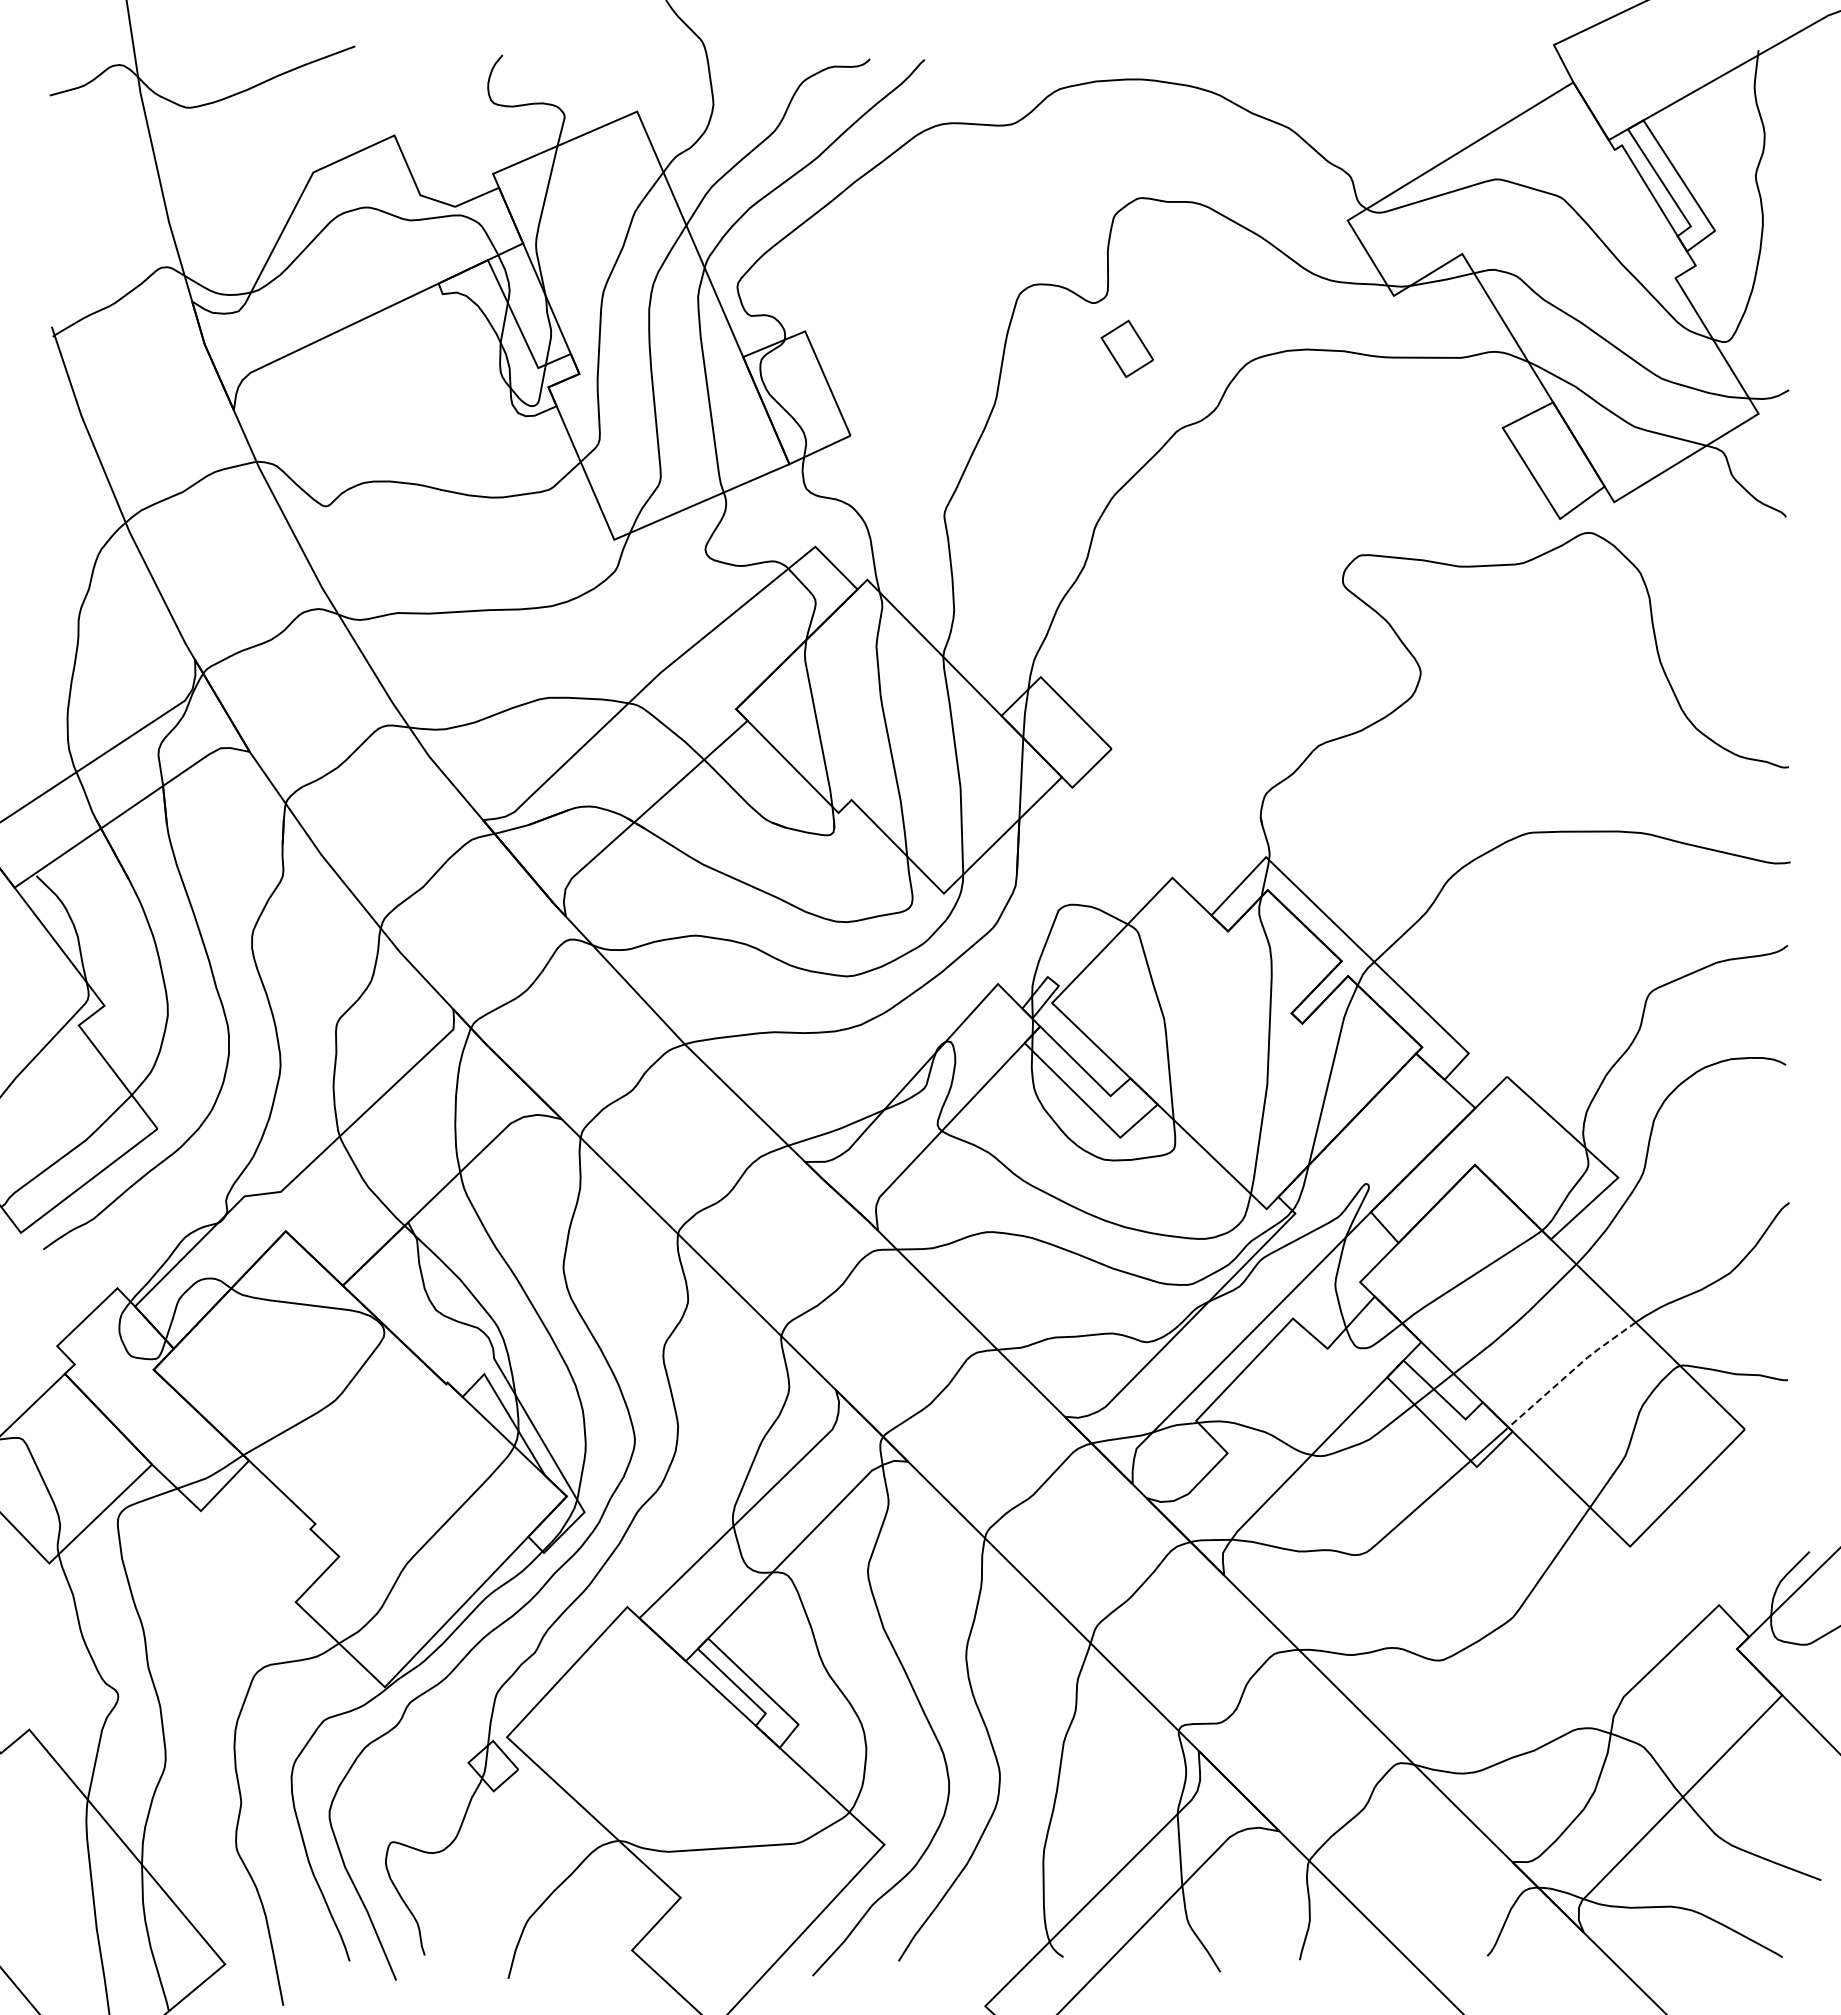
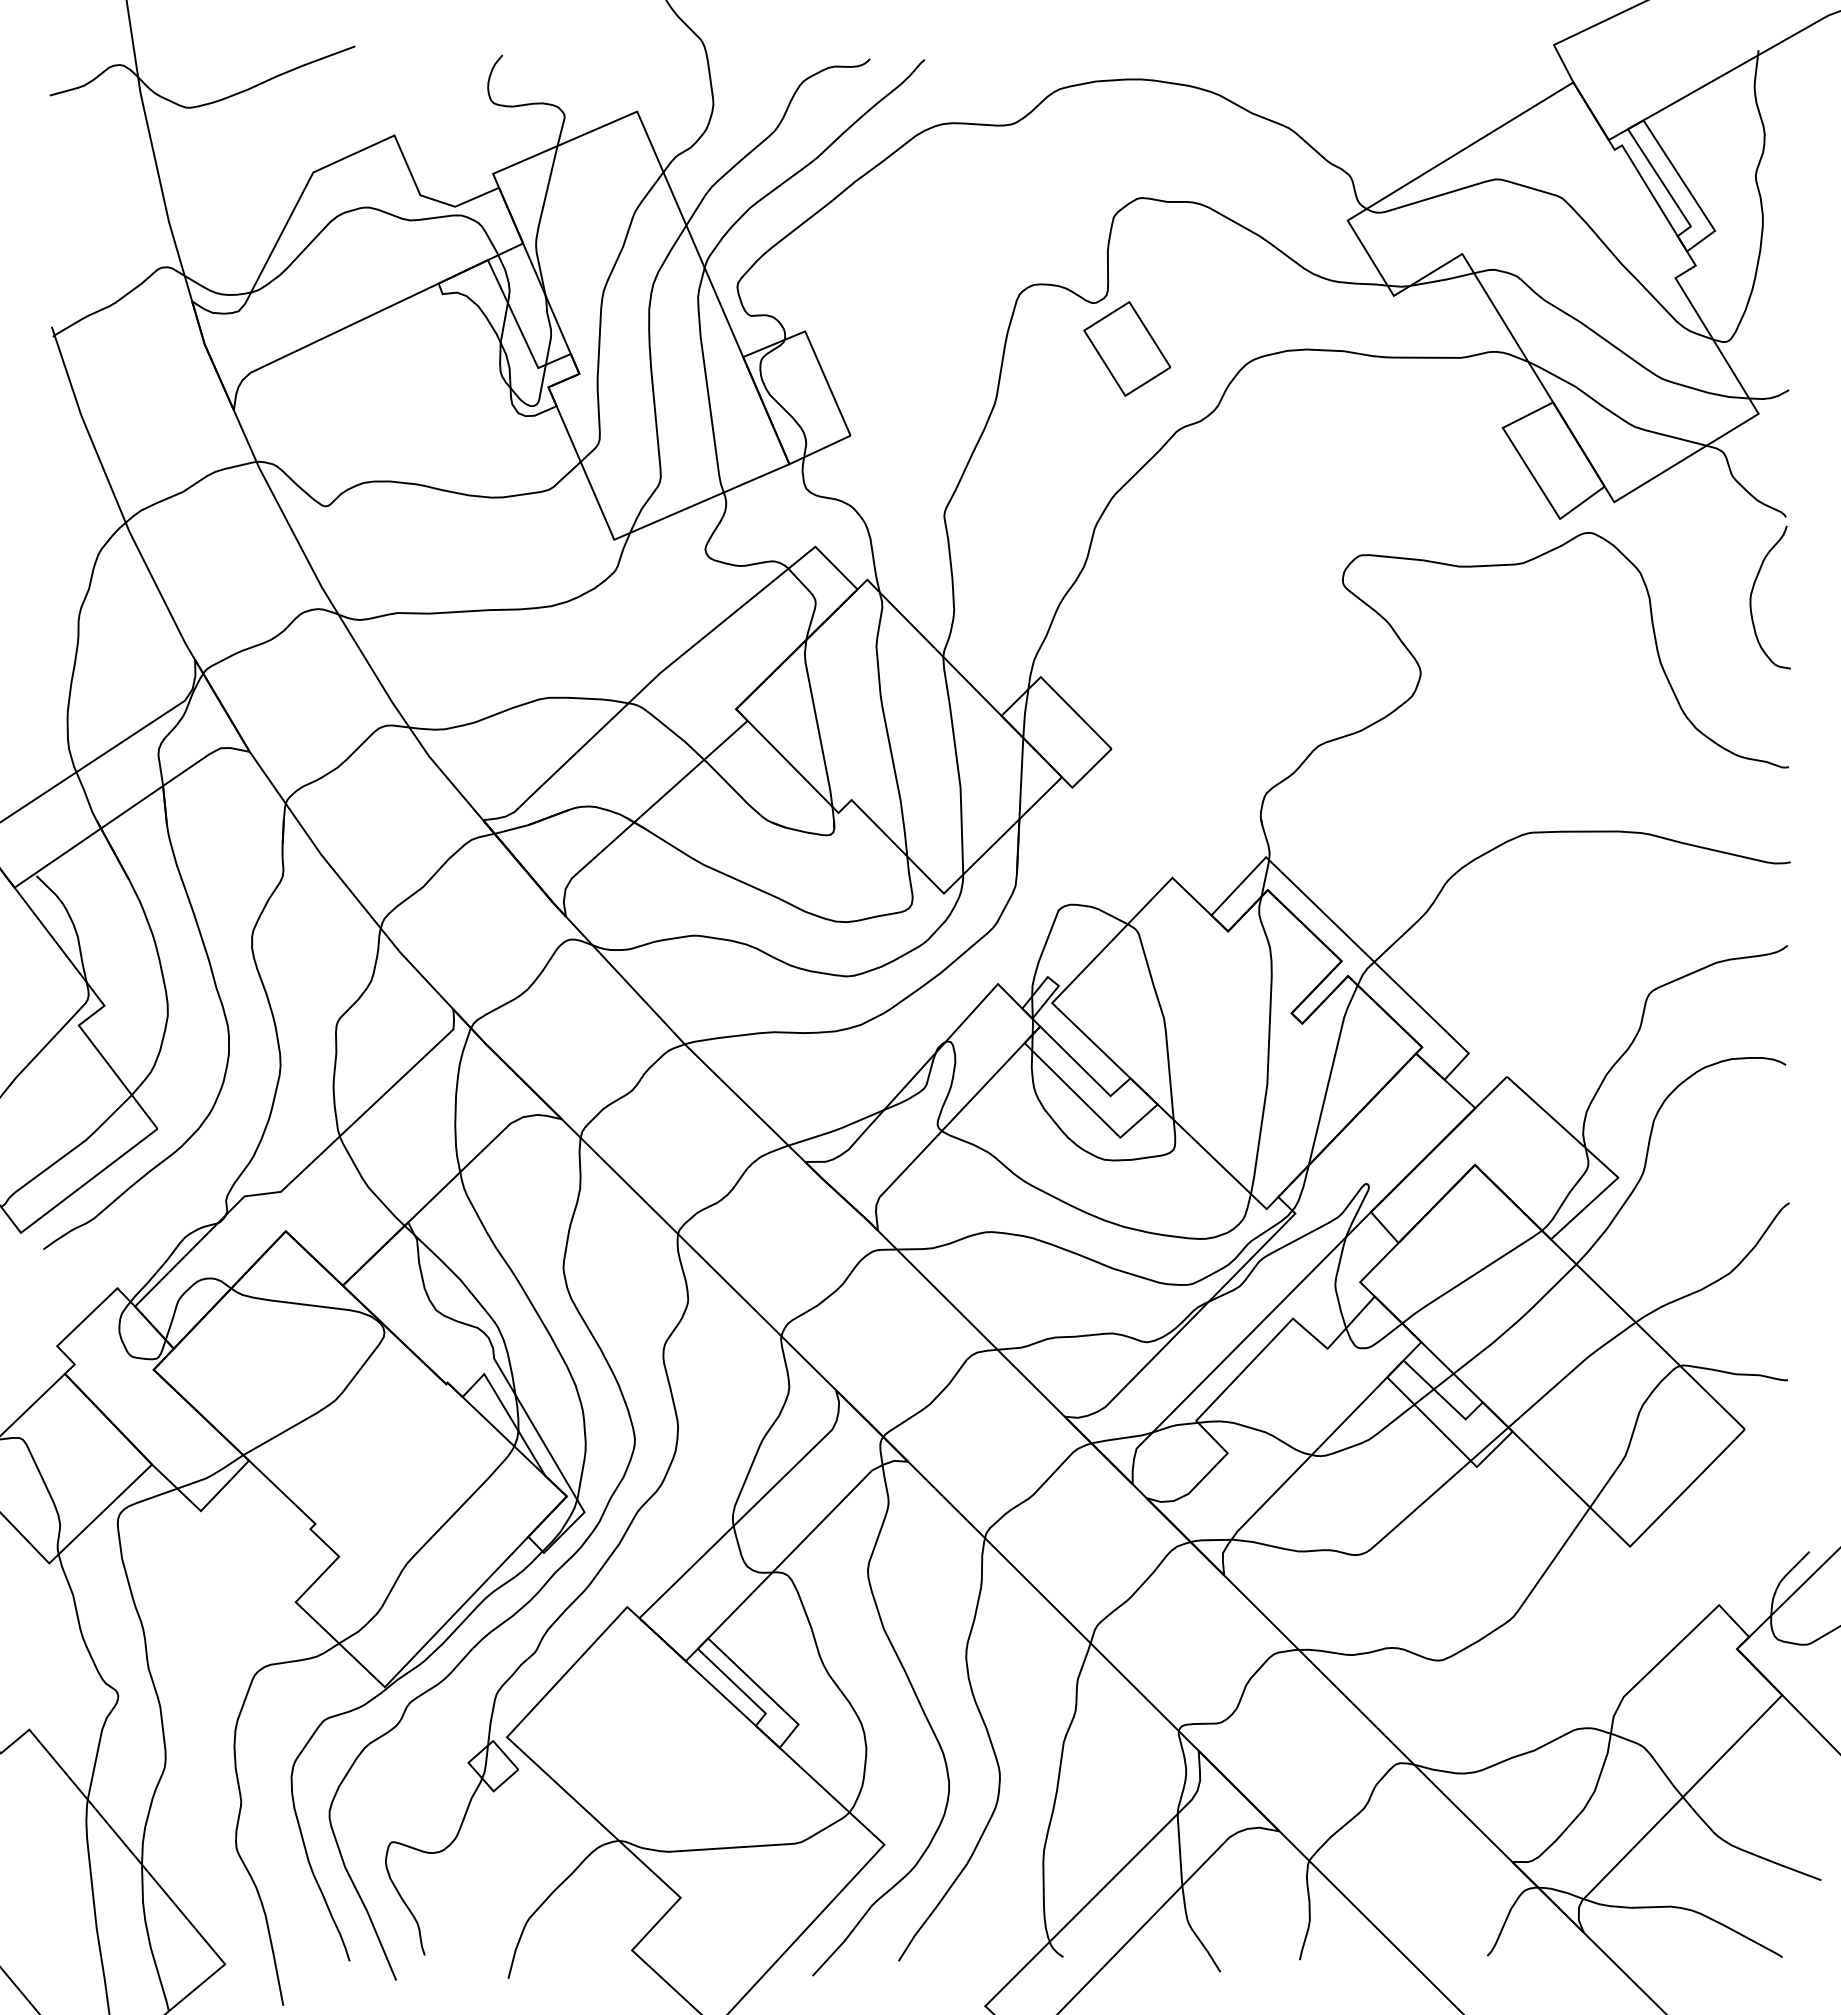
part at (1126, 348) size: 54x60 px -> 89x96 px
curve at (1753, 590): none -> present
line at (1571, 1372): dashed -> solid
